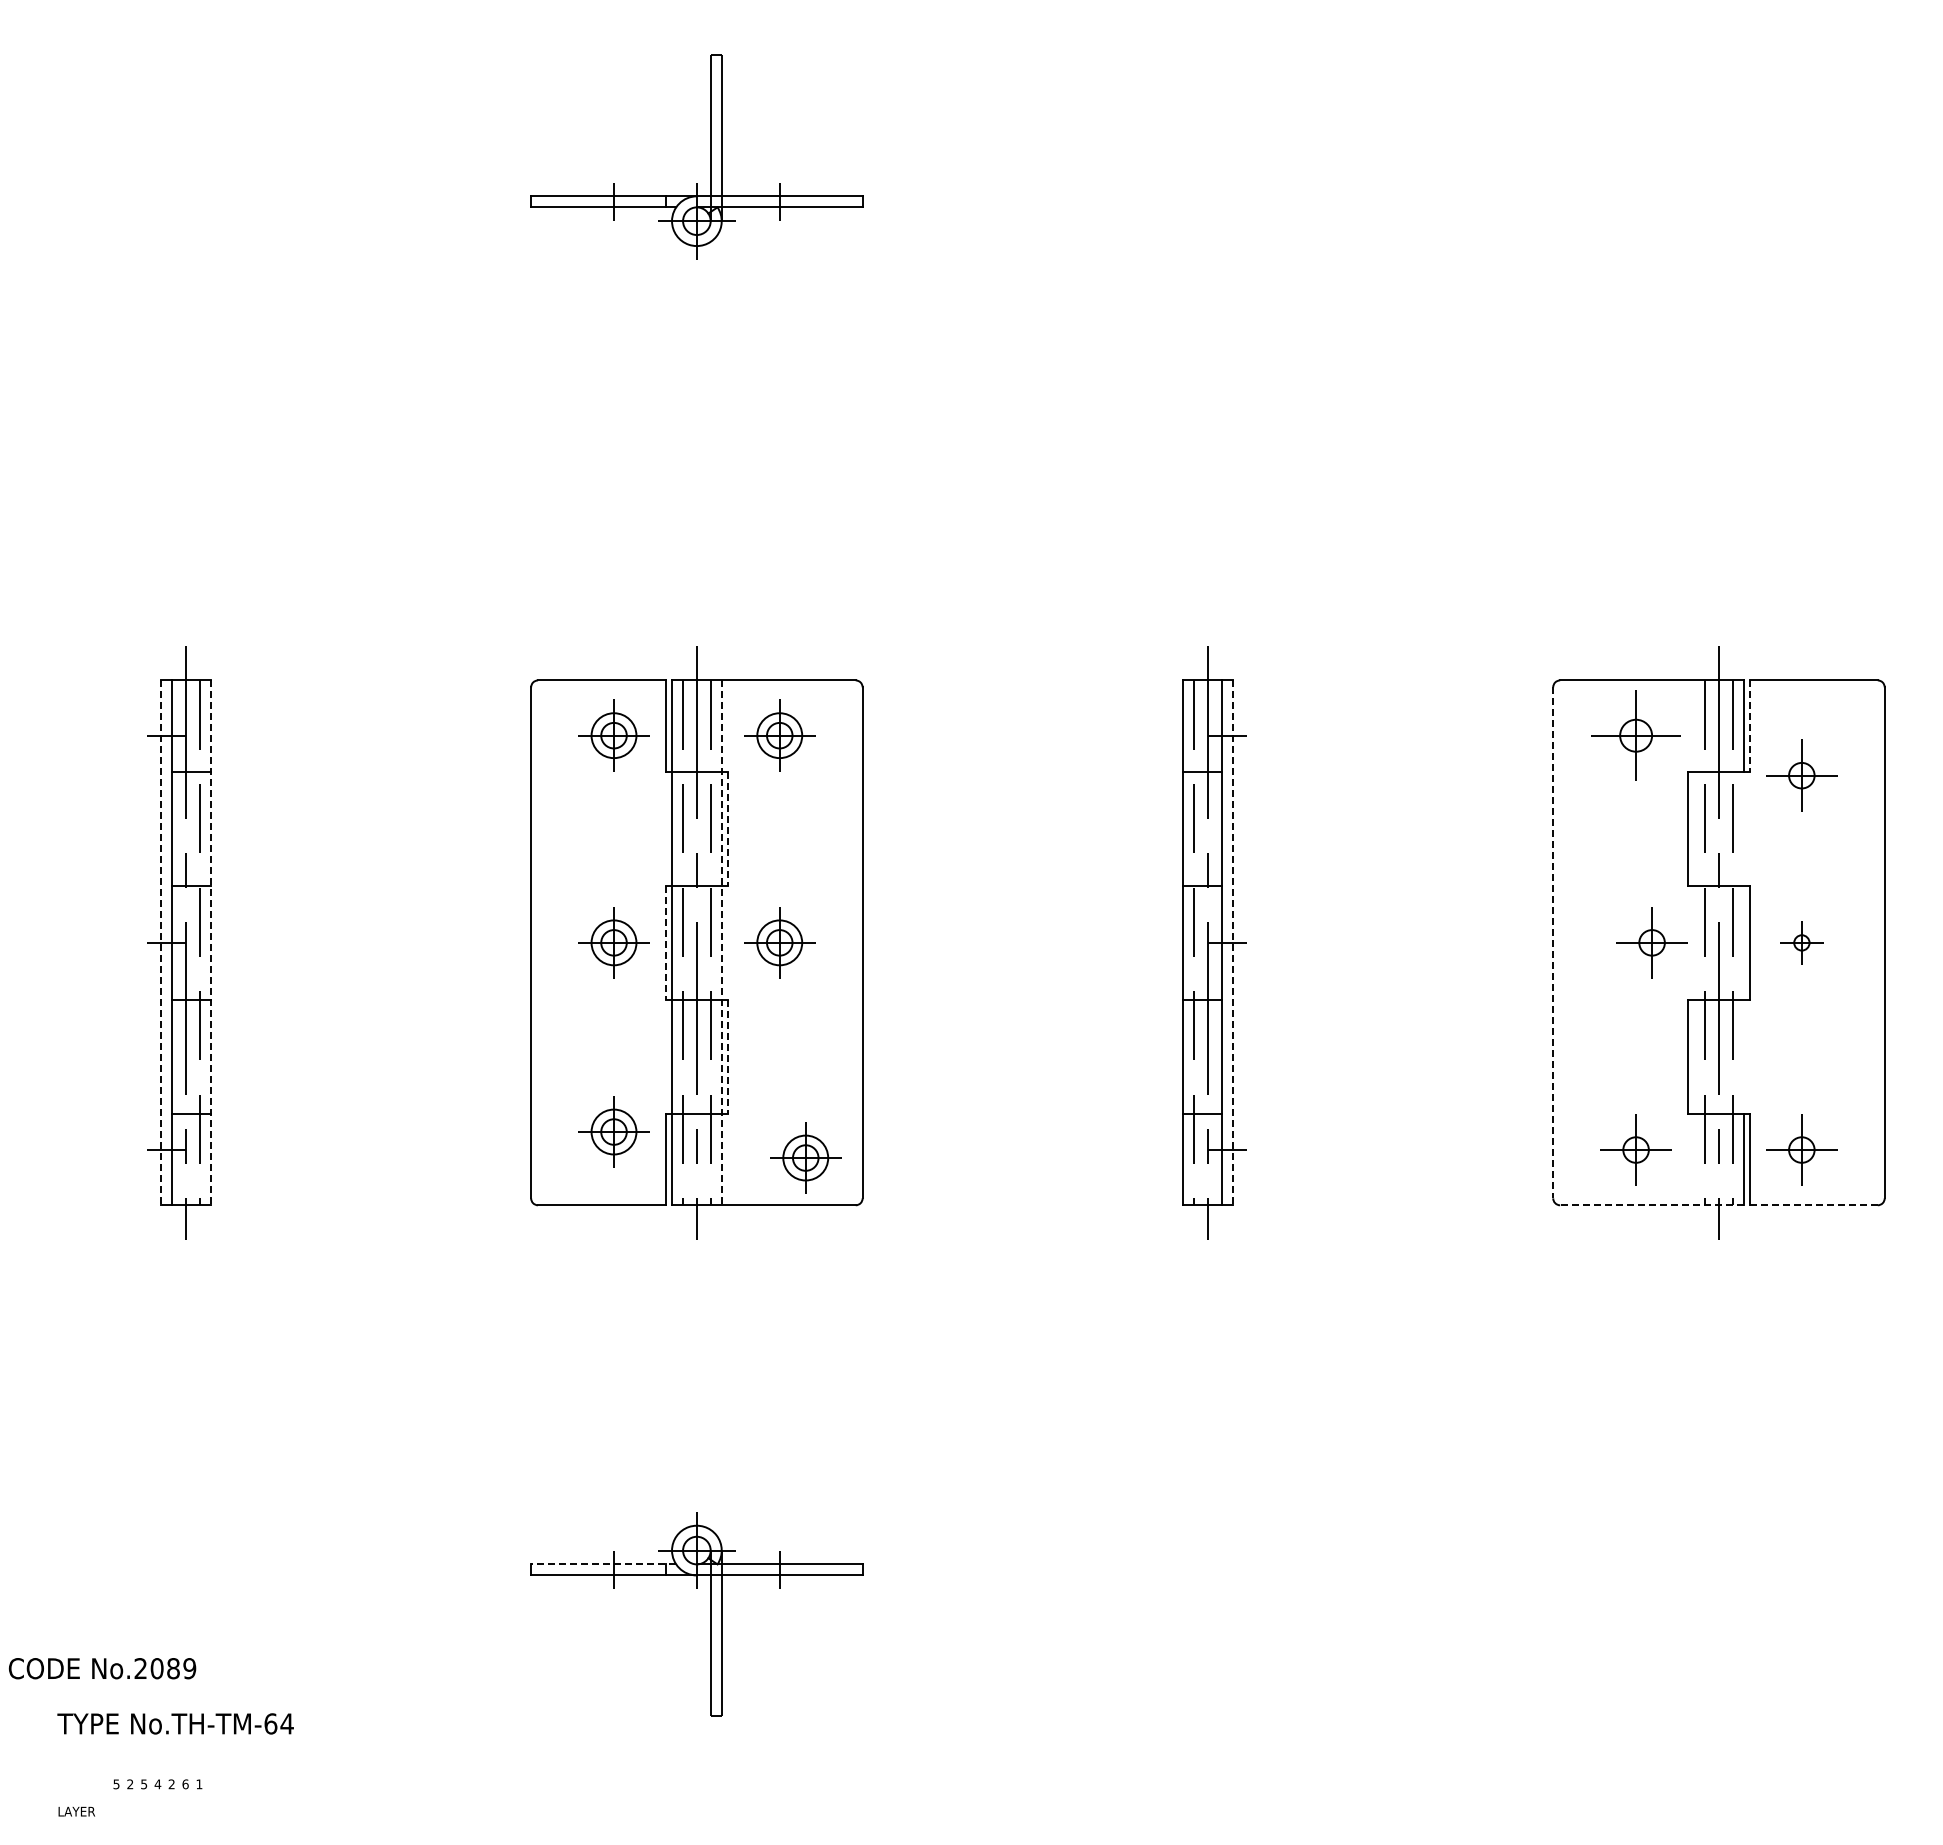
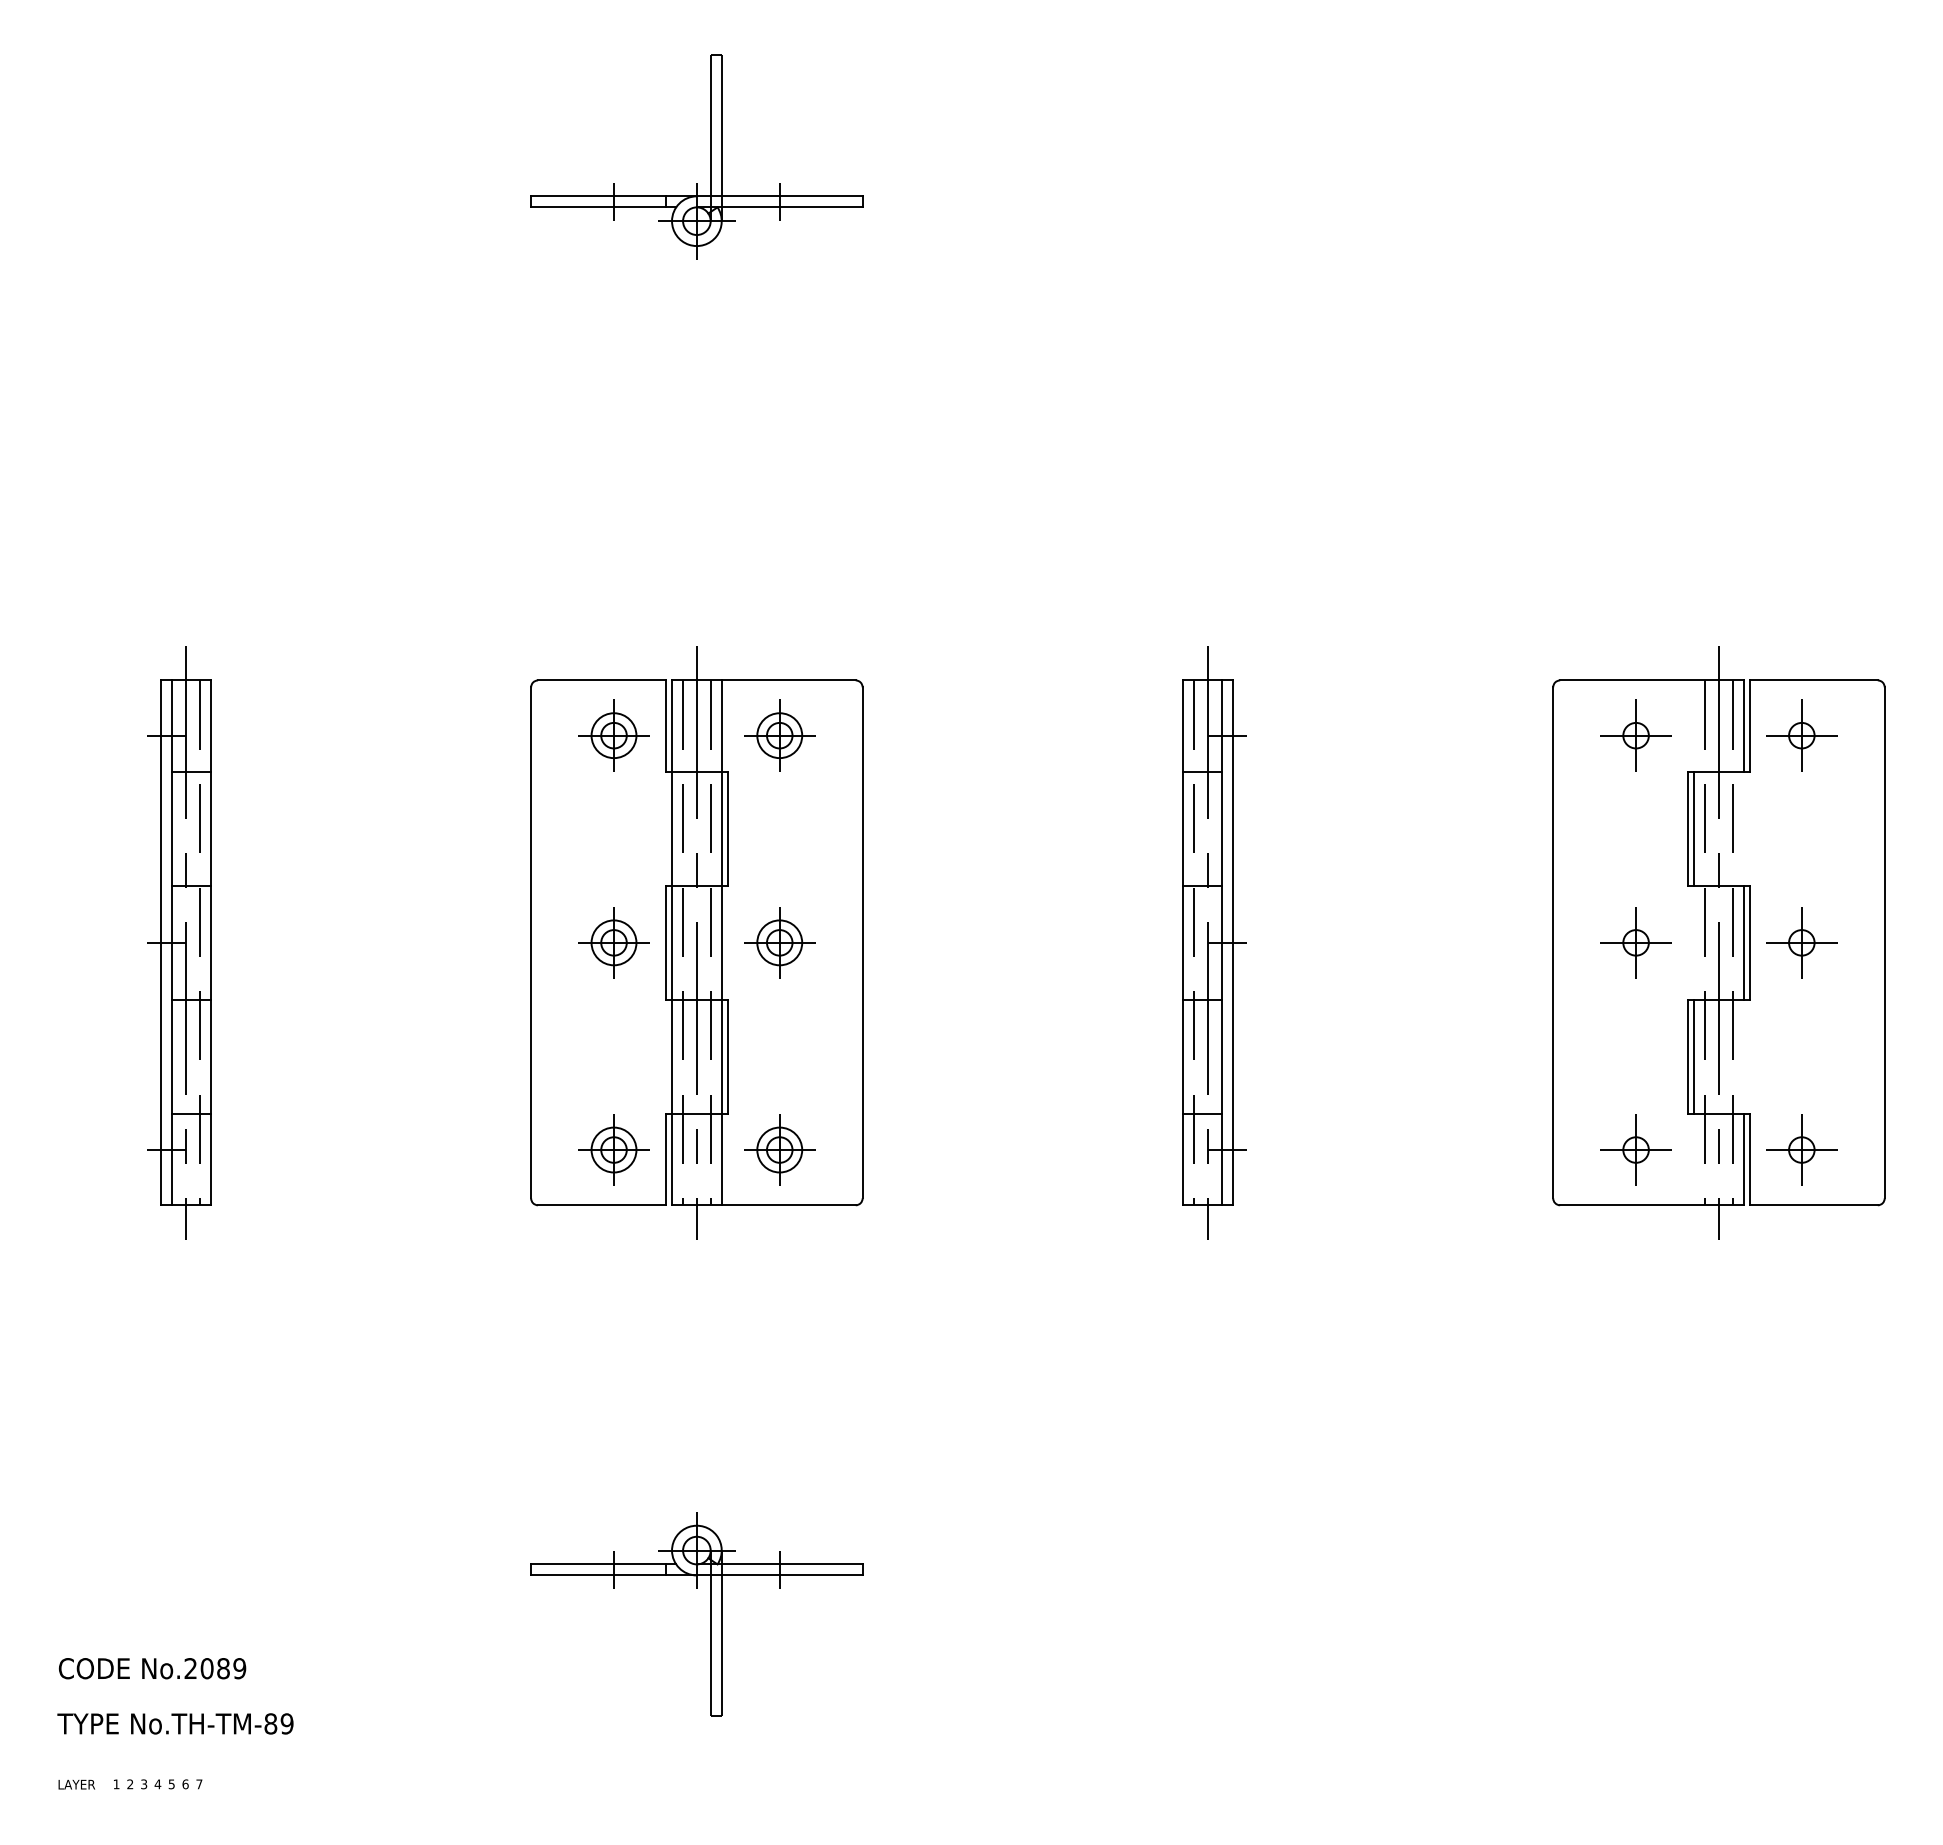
line at (1750, 726): dashed -> solid
part at (1635, 735) size: 90x91 px -> 72x73 px
part at (1801, 775) position: (1801, 775) -> (1801, 735)
line at (727, 828): dashed -> solid
line at (1694, 828): none -> present
line at (665, 942): dashed -> solid
line at (1553, 942): dashed -> solid
part at (1651, 942) position: (1651, 942) -> (1635, 942)
line at (1743, 942): none -> present
part at (1801, 942) size: 44x44 px -> 72x72 px
line at (160, 943): dashed -> solid
line at (210, 943): dashed -> solid
line at (721, 943): dashed -> solid
line at (1232, 943): dashed -> solid
line at (727, 1056): dashed -> solid
line at (1694, 1056): none -> present
part at (613, 1131) position: (613, 1131) -> (613, 1149)
part at (805, 1157) position: (805, 1157) -> (779, 1149)
line at (1651, 1205): dashed -> solid
line at (1813, 1205): dashed -> solid
line at (603, 1564): dashed -> solid
text at (102, 1668) position: (102, 1668) -> (152, 1668)
text at (278, 1723): No.TH-TM-64 -> No.TH-TM-89
text at (144, 1783): 5 -> 3
text at (116, 1784): 5 -> 1
text at (171, 1784): 2 -> 5
text at (199, 1784): 1 -> 7
text at (76, 1811) position: (76, 1811) -> (76, 1784)
